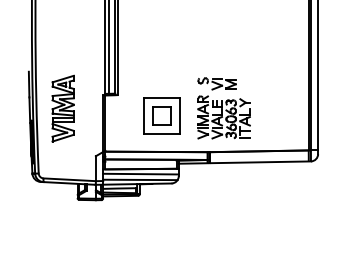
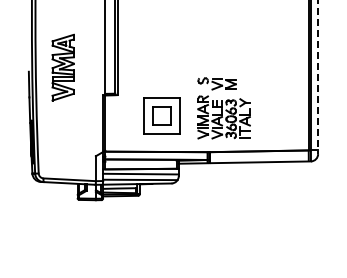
line at (109, 47): present -> none
line at (318, 77): solid -> dashed
part at (62, 108) position: (62, 108) -> (62, 67)
